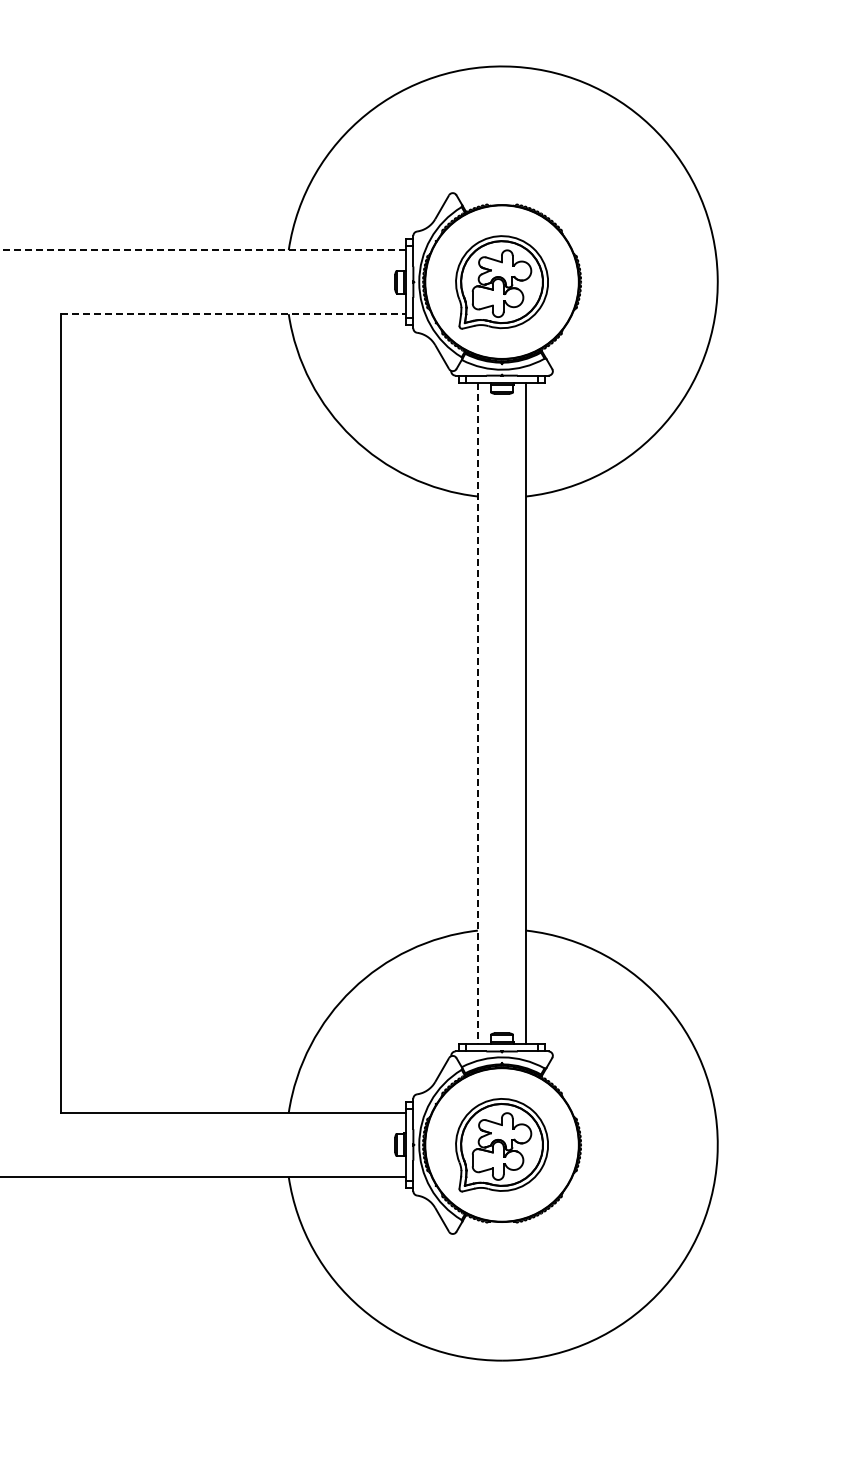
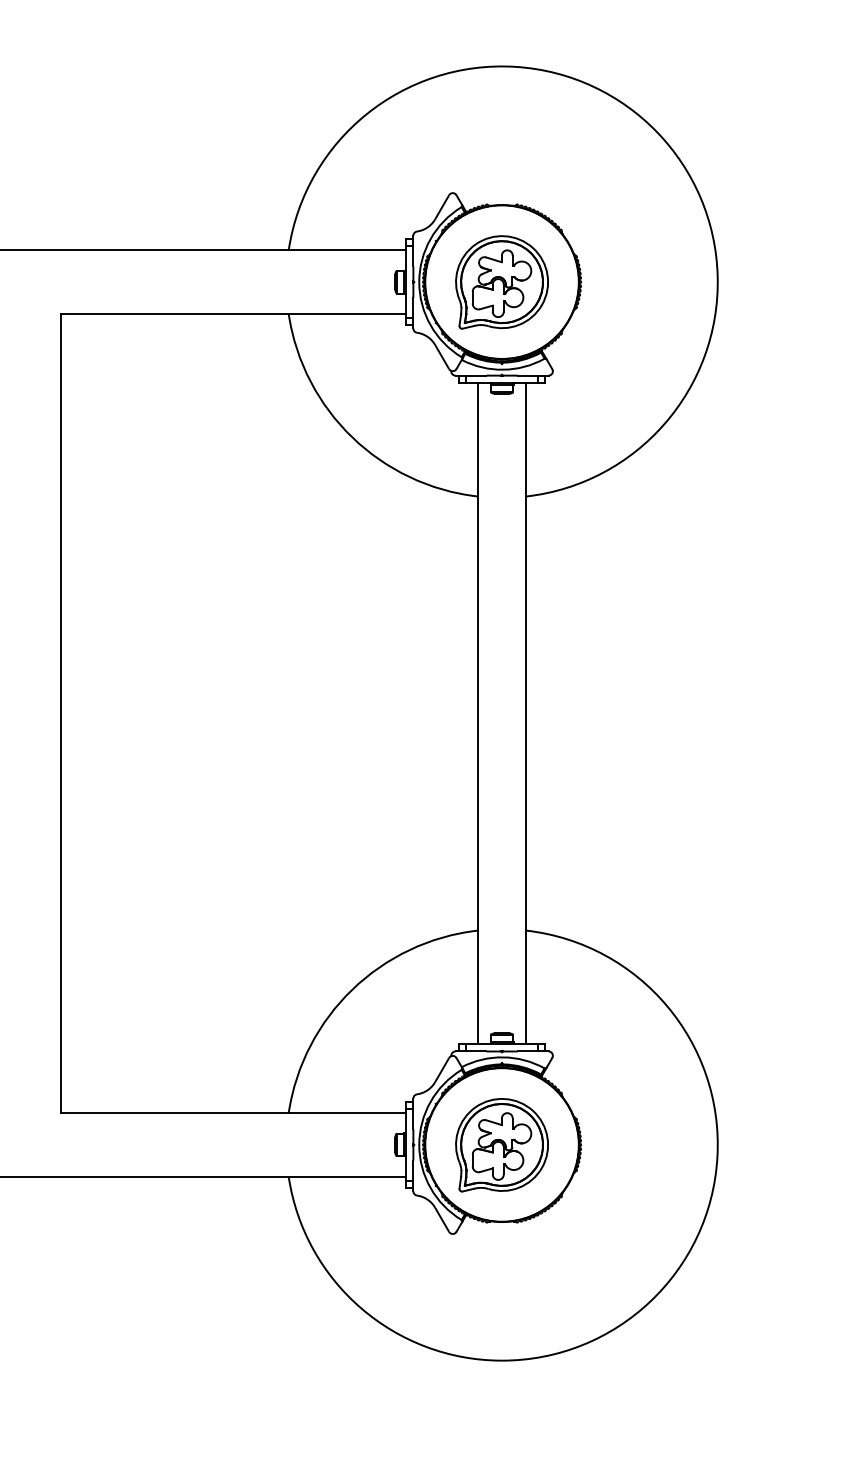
line at (203, 250): dashed -> solid
line at (233, 314): dashed -> solid
line at (477, 713): dashed -> solid
